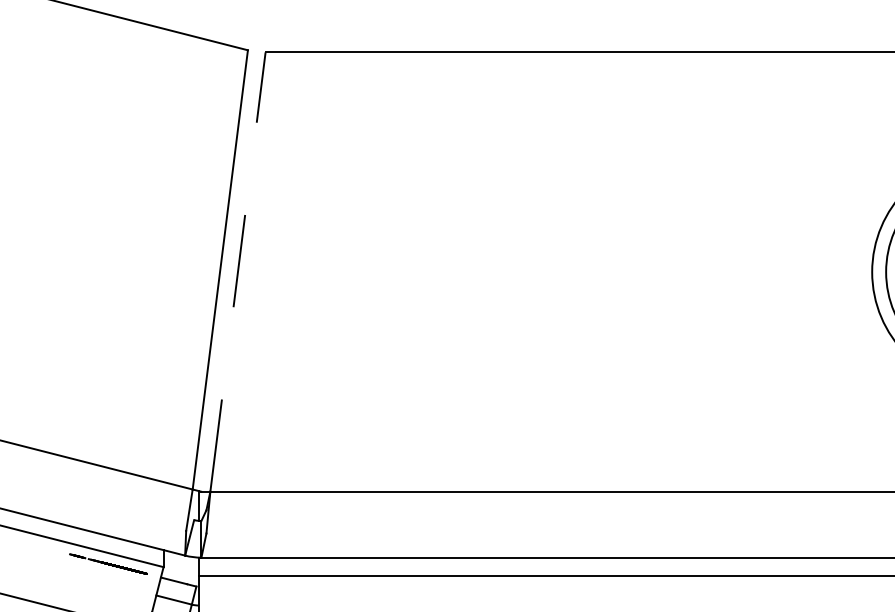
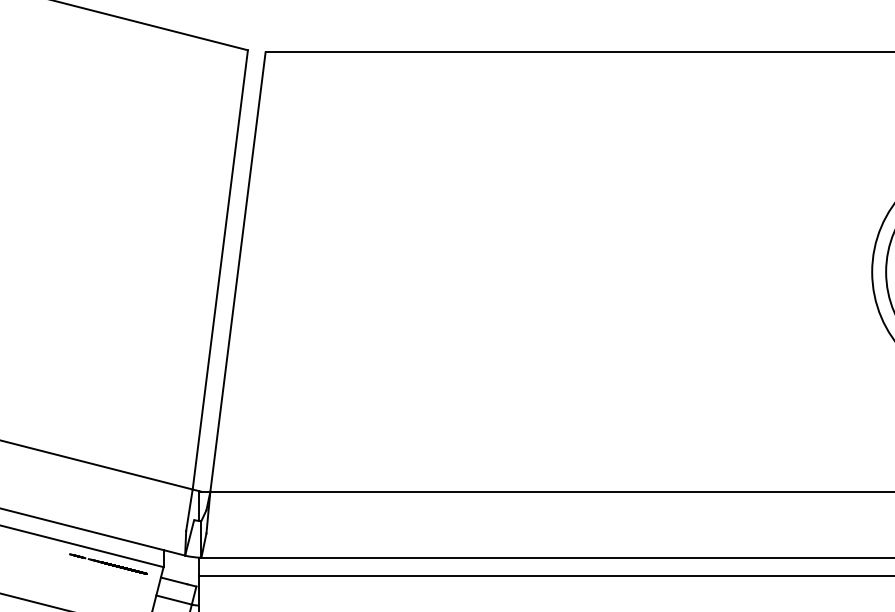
line at (238, 271): dashed -> solid
